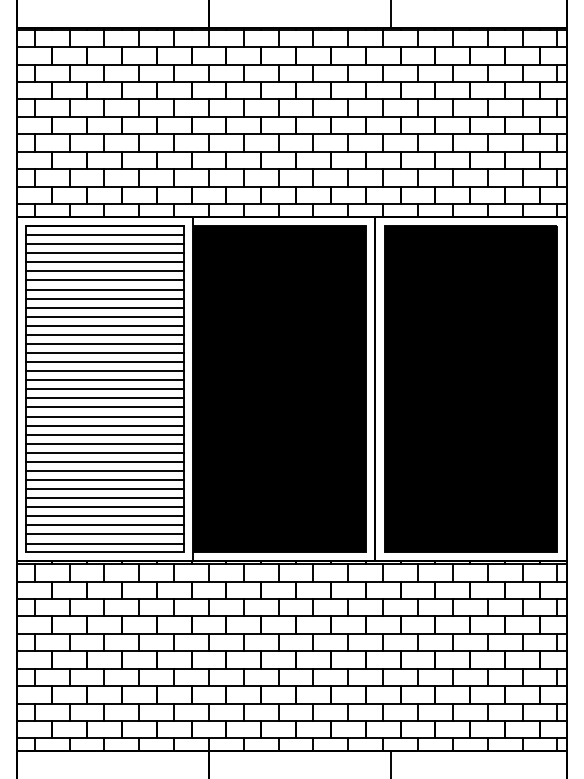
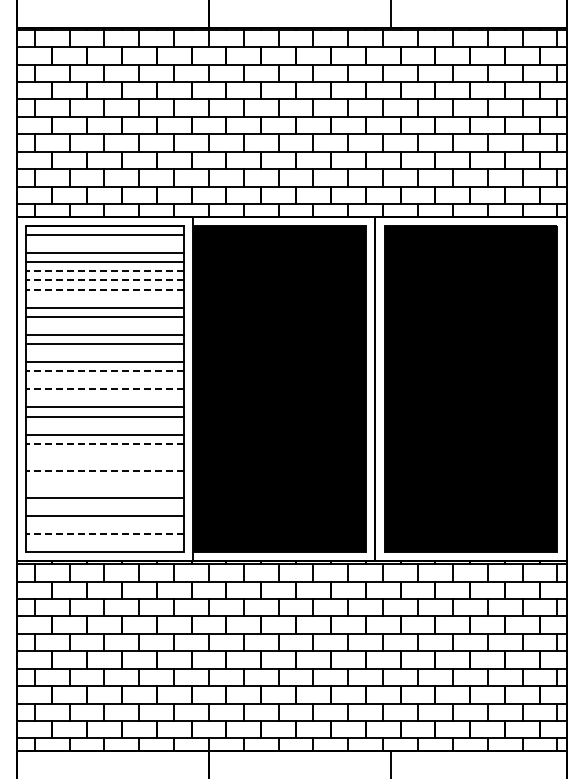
line at (105, 244): present -> none
line at (105, 271): solid -> dashed
line at (105, 280): solid -> dashed
line at (105, 289): solid -> dashed
line at (105, 298): present -> none
line at (105, 325): present -> none
line at (105, 353): present -> none
line at (105, 371): solid -> dashed
line at (105, 380): present -> none
line at (105, 389): solid -> dashed
line at (105, 398): present -> none
line at (105, 425): present -> none
line at (105, 443): solid -> dashed
line at (105, 452): present -> none
line at (105, 461): present -> none
line at (105, 470): solid -> dashed
line at (105, 480): present -> none
line at (105, 489): present -> none
line at (105, 507): present -> none
line at (105, 525): present -> none
line at (105, 534): solid -> dashed
line at (105, 543): present -> none
